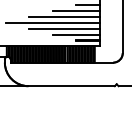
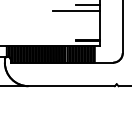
line at (64, 17): present -> none
line at (52, 22): present -> none
line at (64, 28): present -> none
line at (75, 34): present -> none
